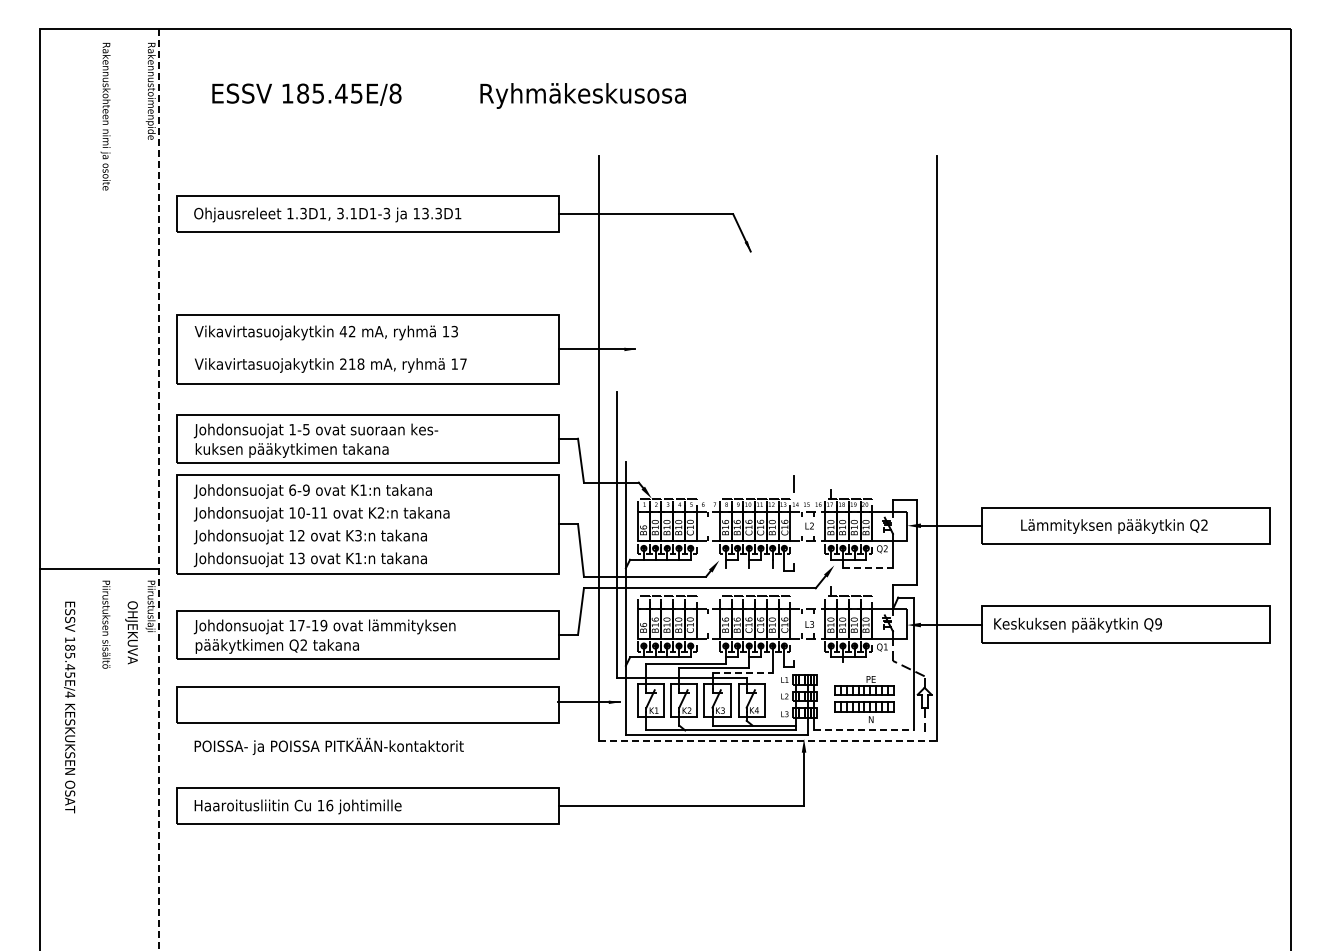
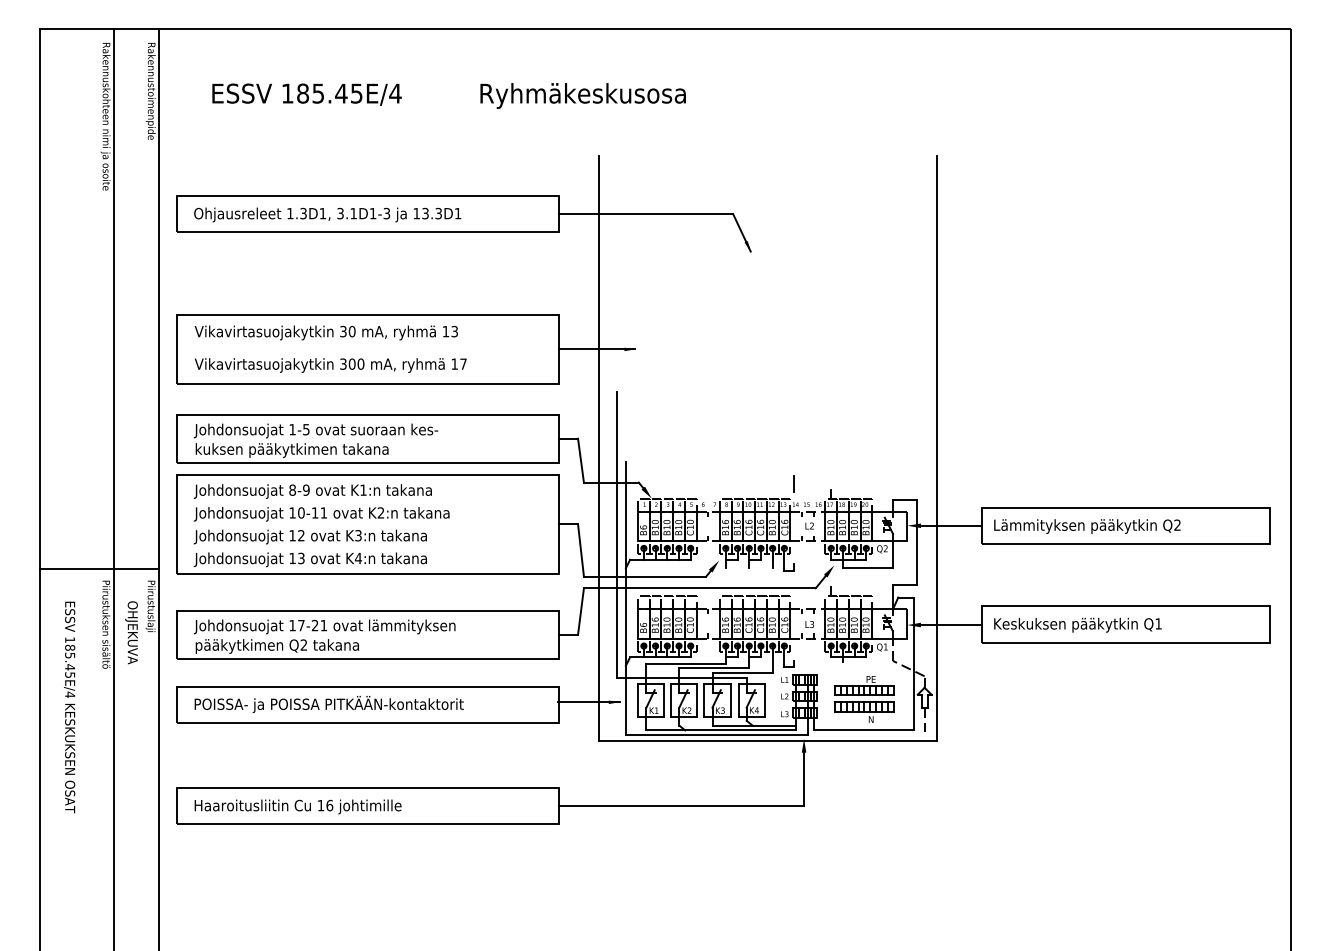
text at (395, 93): 185.45E/8 -> 185.45E/4
text at (347, 331): 42 -> 30
text at (352, 363): 218 -> 300
line at (114, 487): none -> present
line at (159, 489): dashed -> solid
text at (292, 489): 6-9 -> 8-9
text at (1114, 526) position: (1114, 526) -> (1087, 526)
text at (358, 557): K1:n -> K4:n
line at (868, 568): dashed -> solid
text at (1158, 623): Q9 -> Q1
text at (319, 625): 17-19 -> 17-21
line at (743, 673): dashed -> solid
line at (864, 730): dashed -> solid
line at (768, 741): dashed -> solid
text at (328, 746) position: (328, 746) -> (328, 704)
